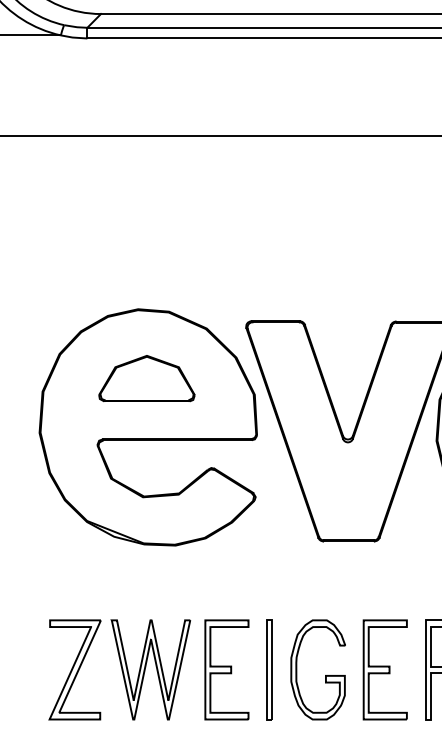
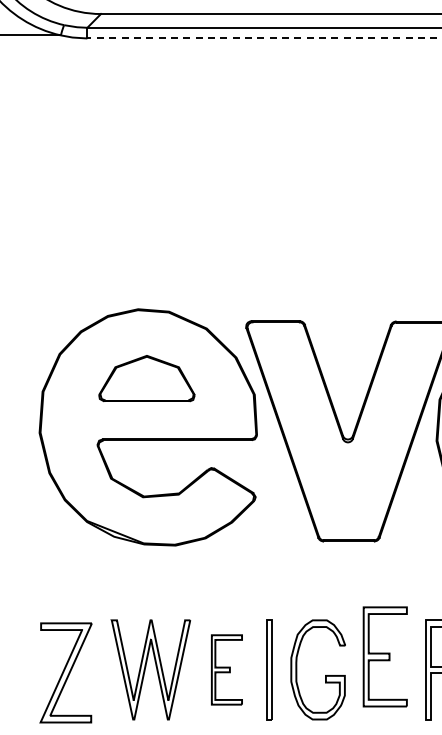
line at (264, 38): solid -> dashed
line at (220, 136): present -> none
part at (74, 669) position: (74, 669) -> (65, 672)
part at (226, 669) size: 46x102 px -> 32x72 px
part at (384, 669) position: (384, 669) -> (384, 656)
